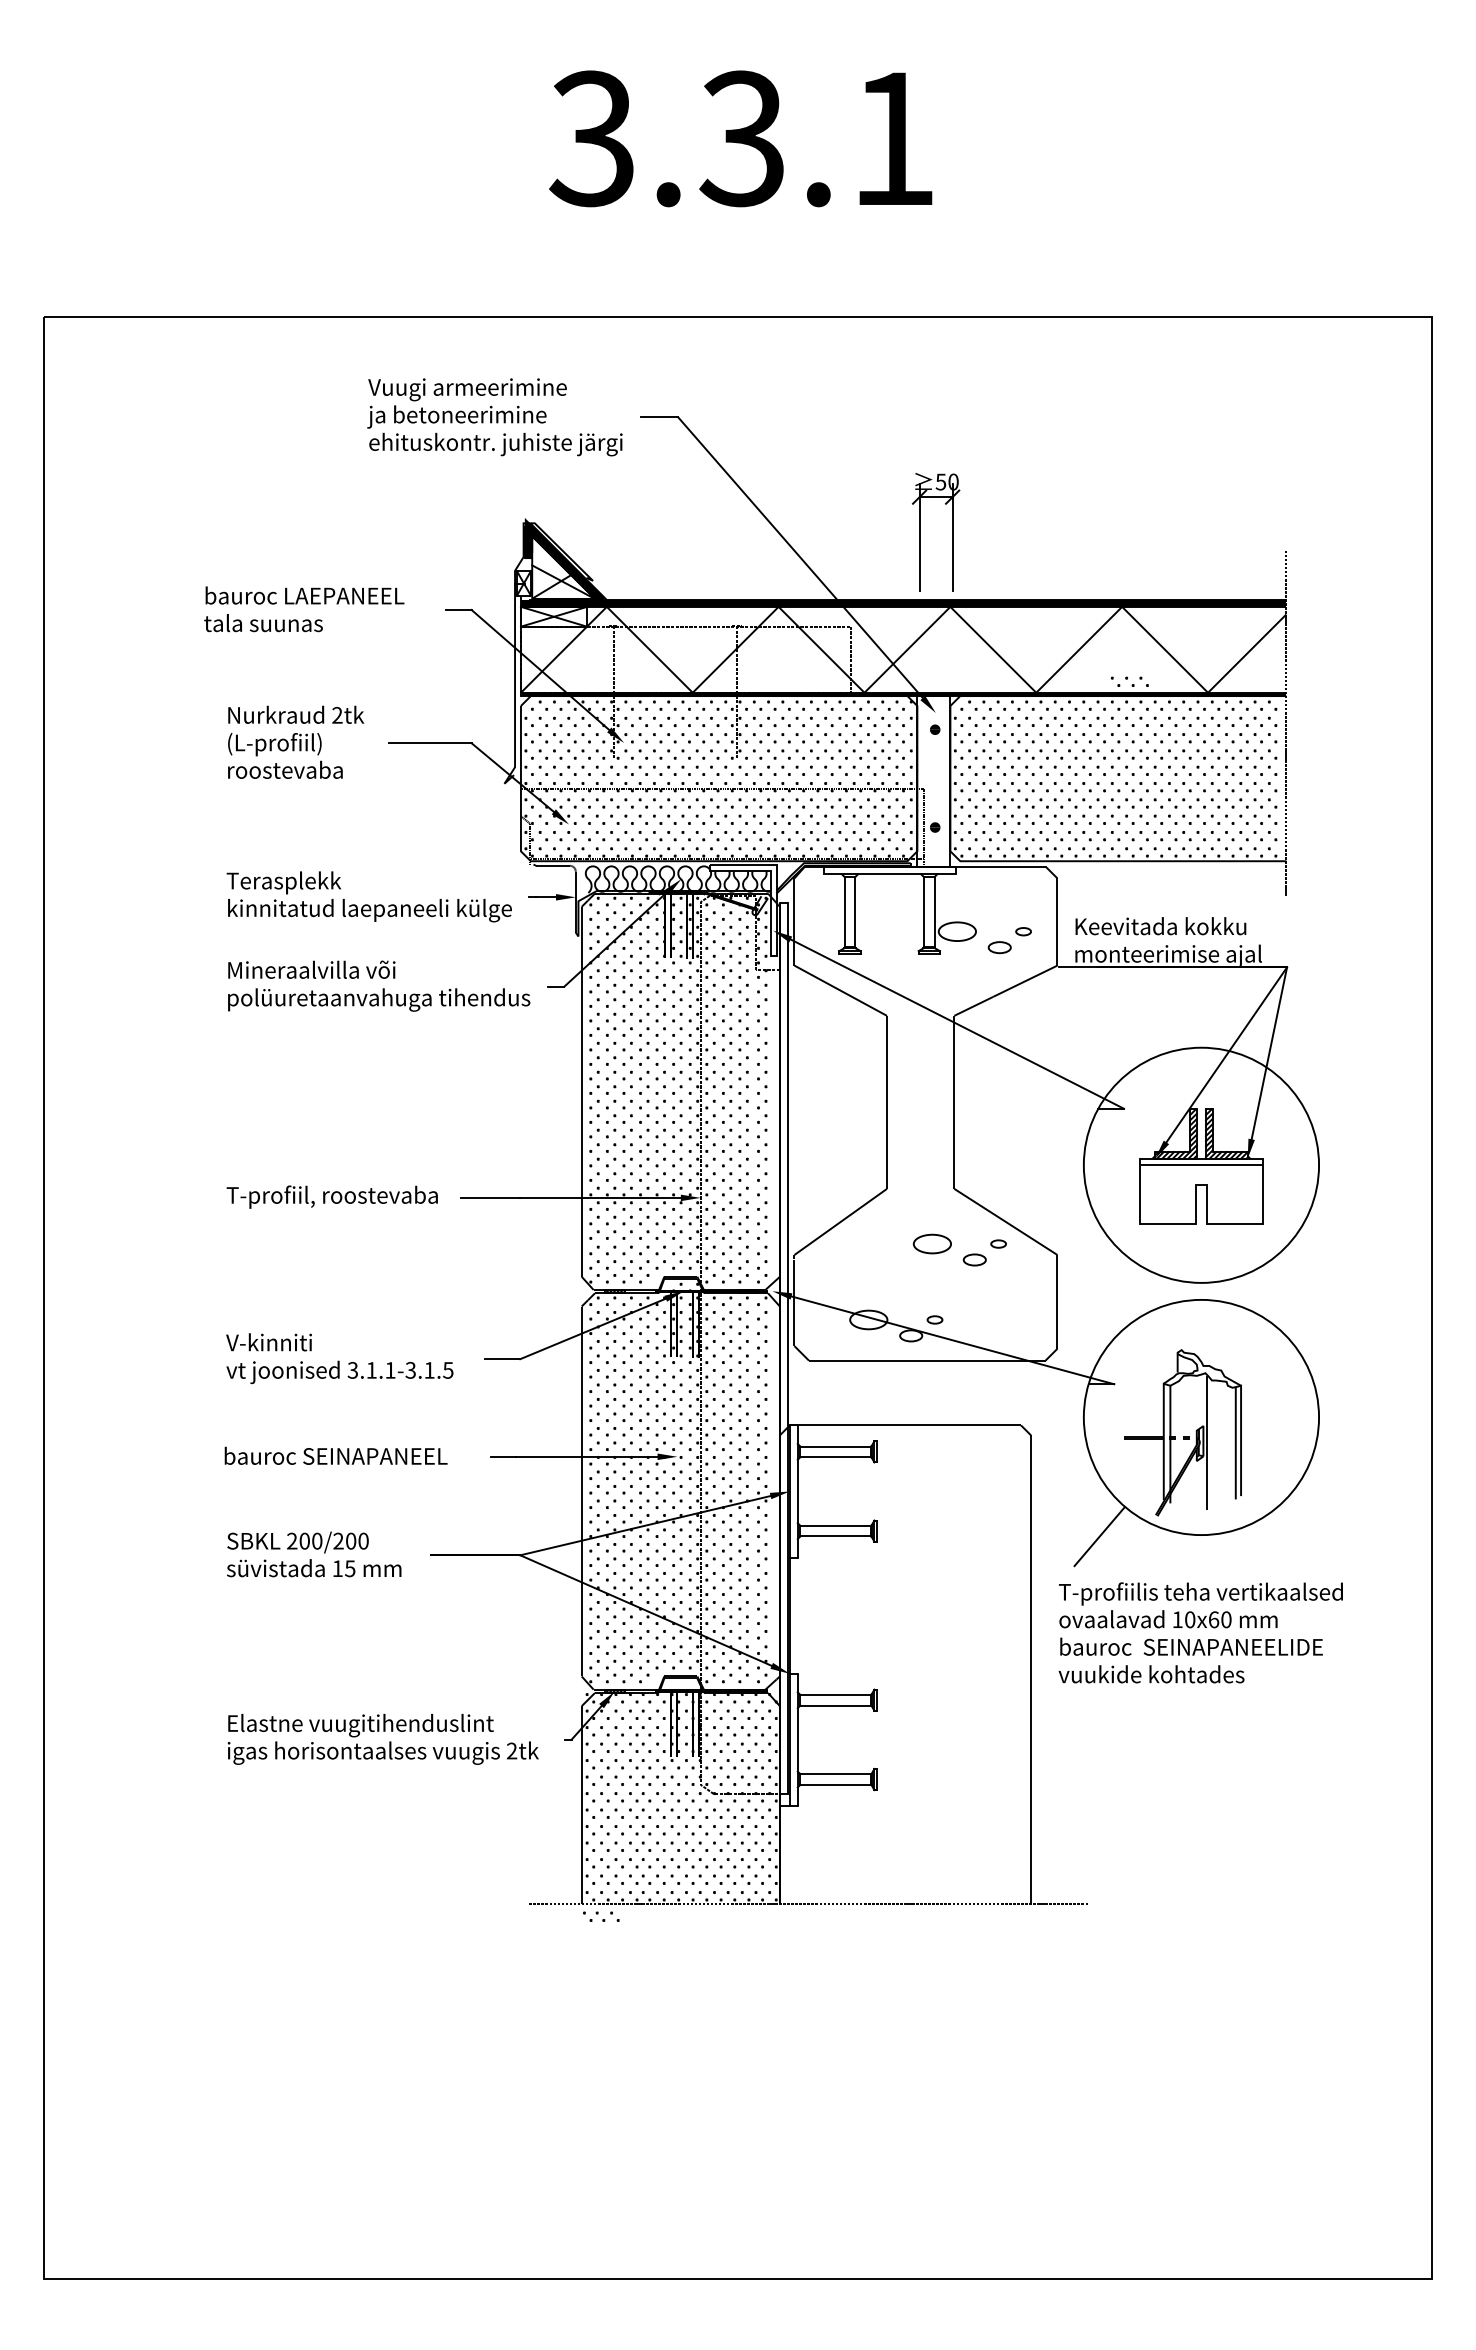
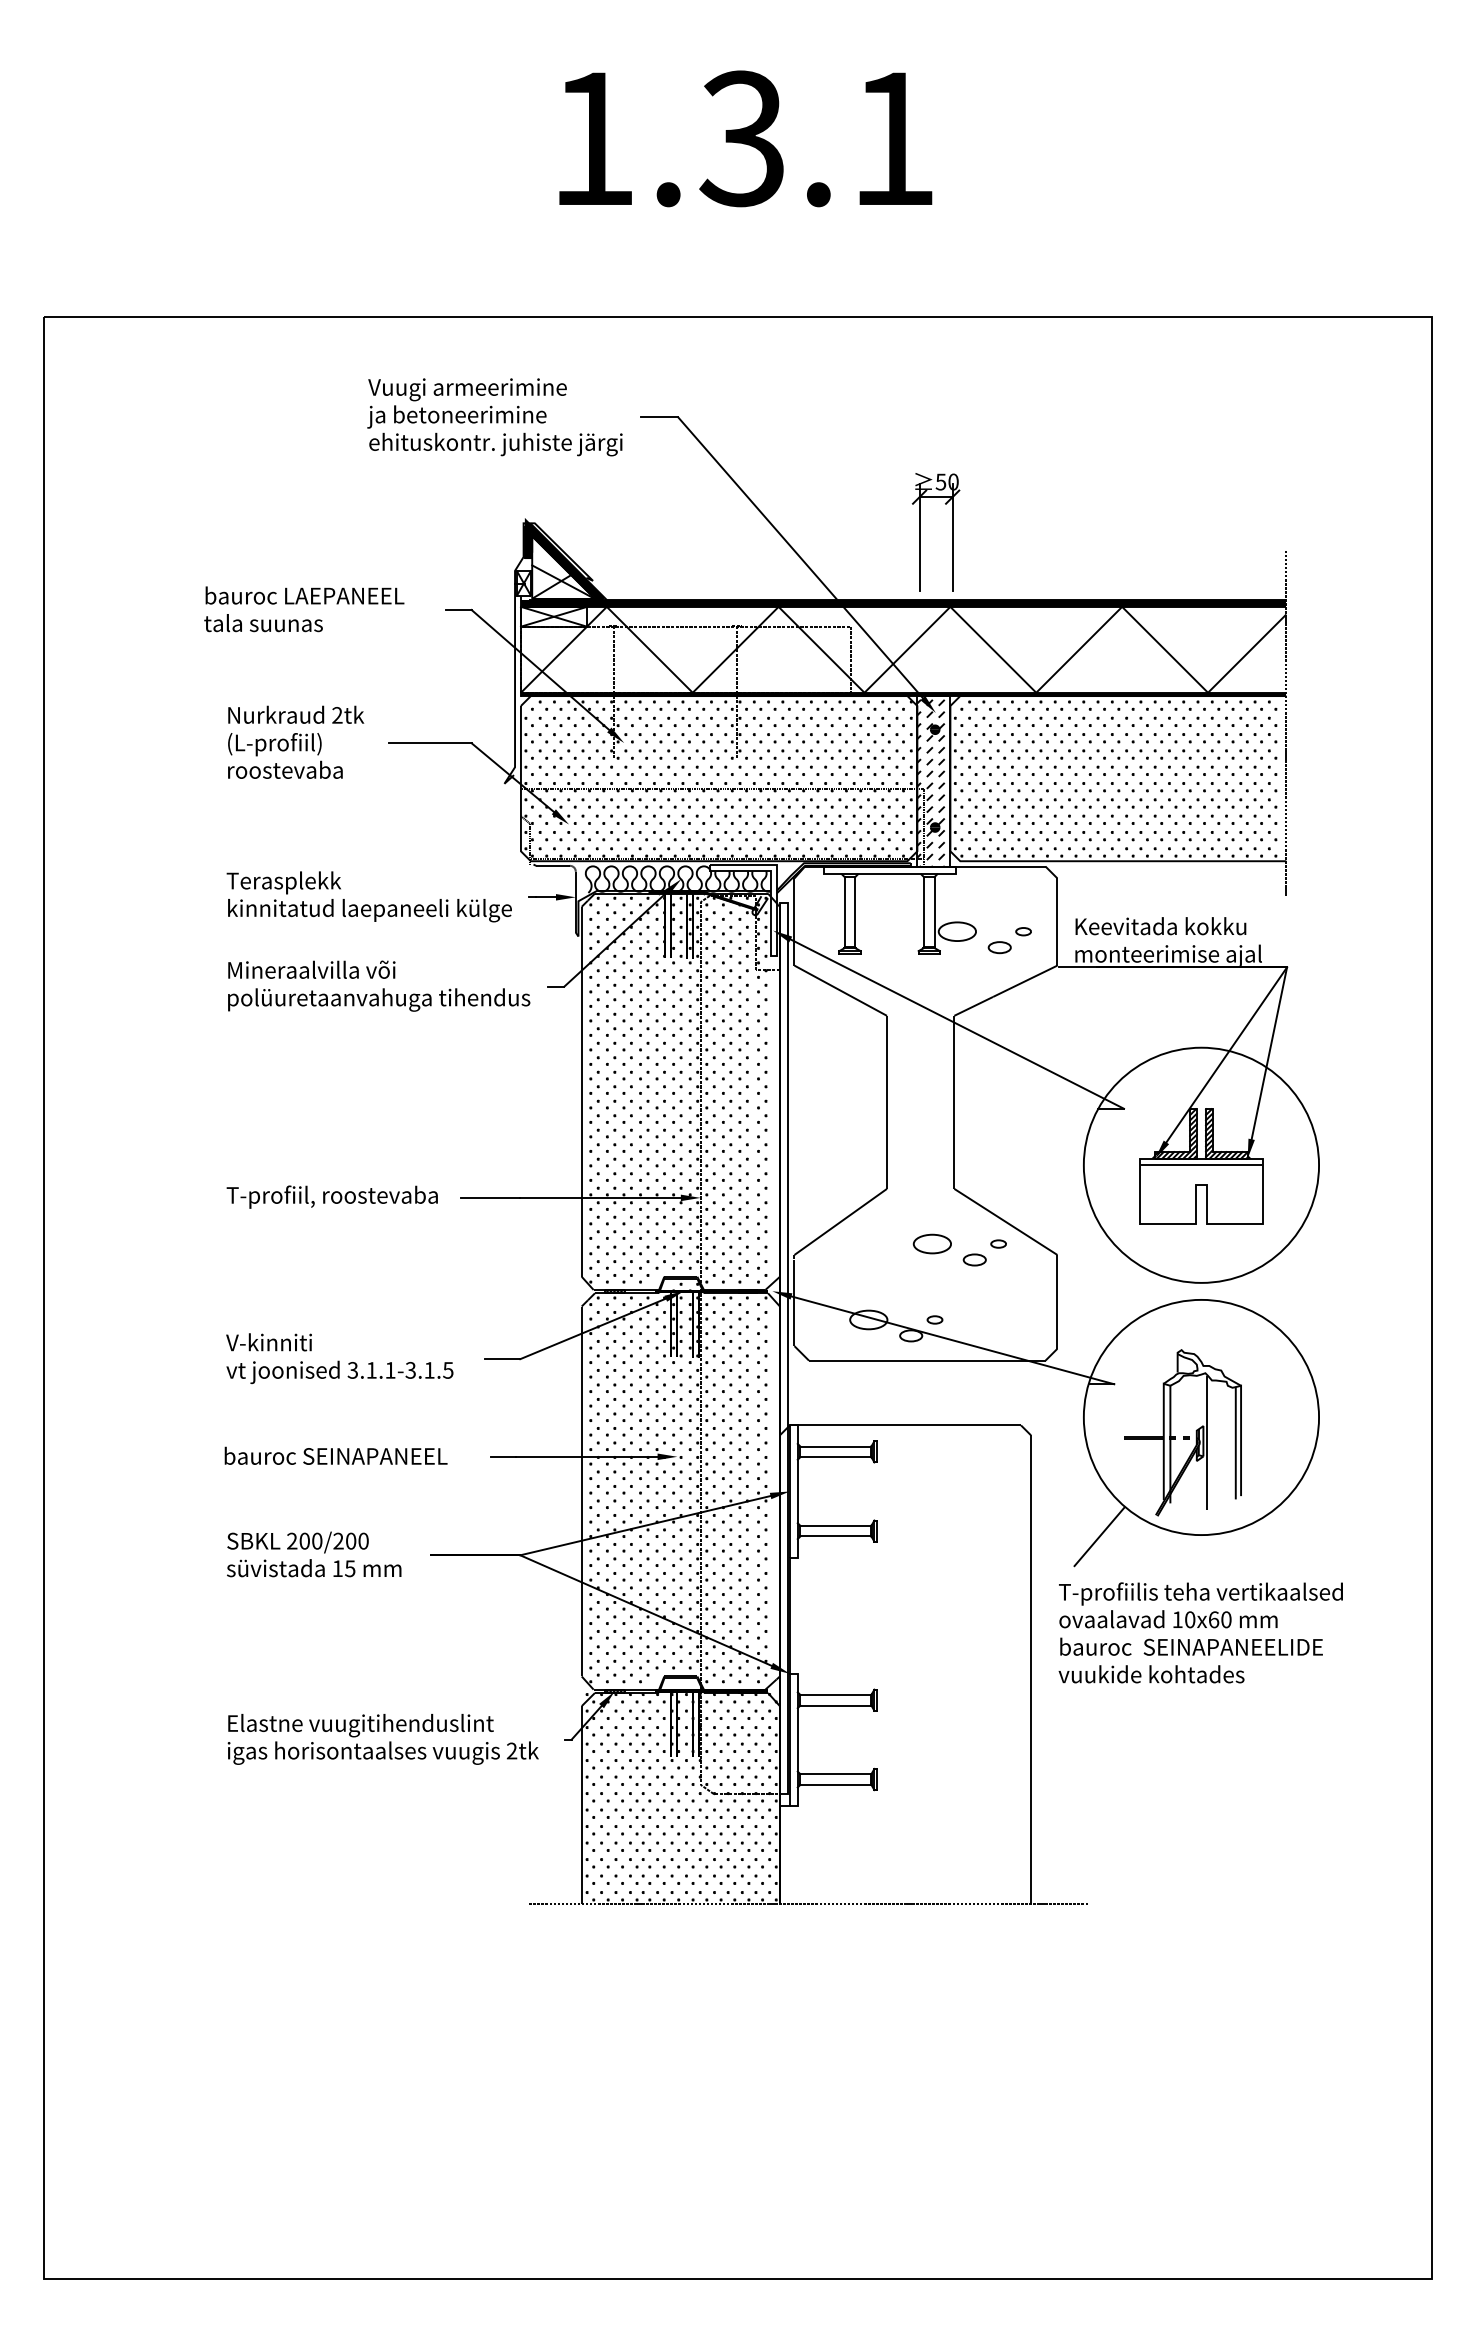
text at (591, 138): 3.3.1 -> 1.3.1
part at (1129, 681): present -> none
hatch at (930, 782): none -> present
part at (601, 1916): present -> none
